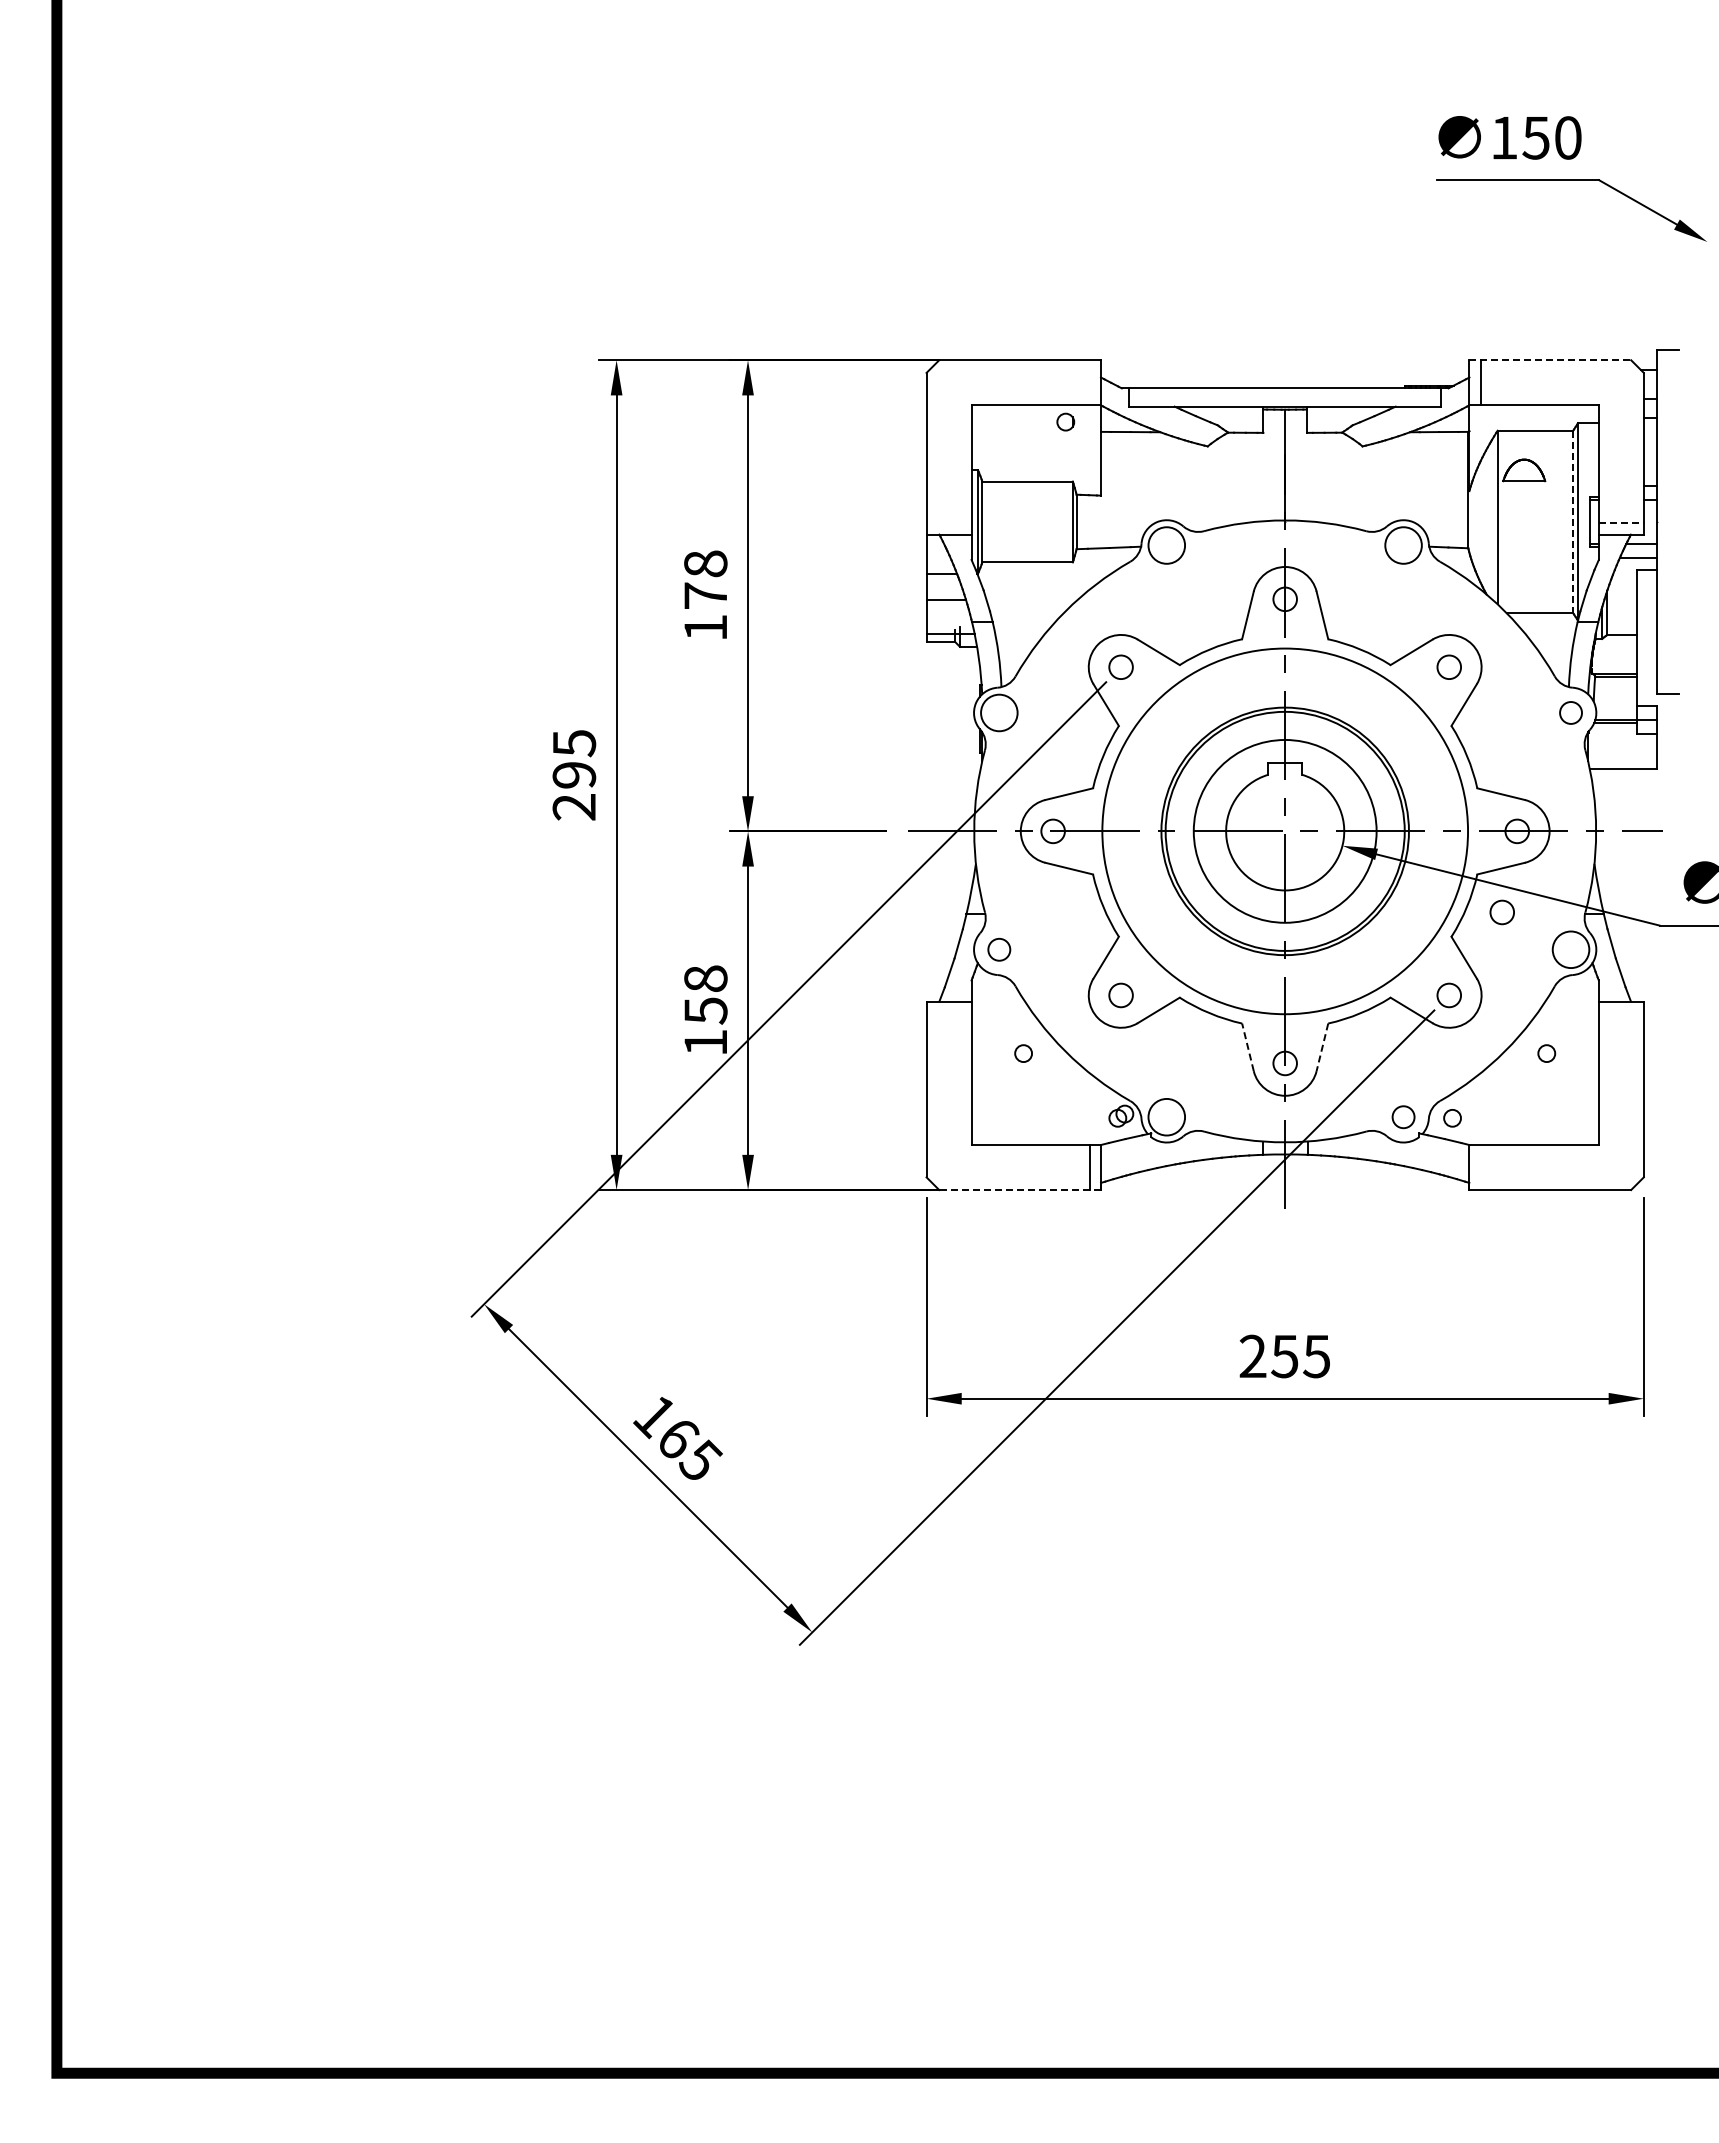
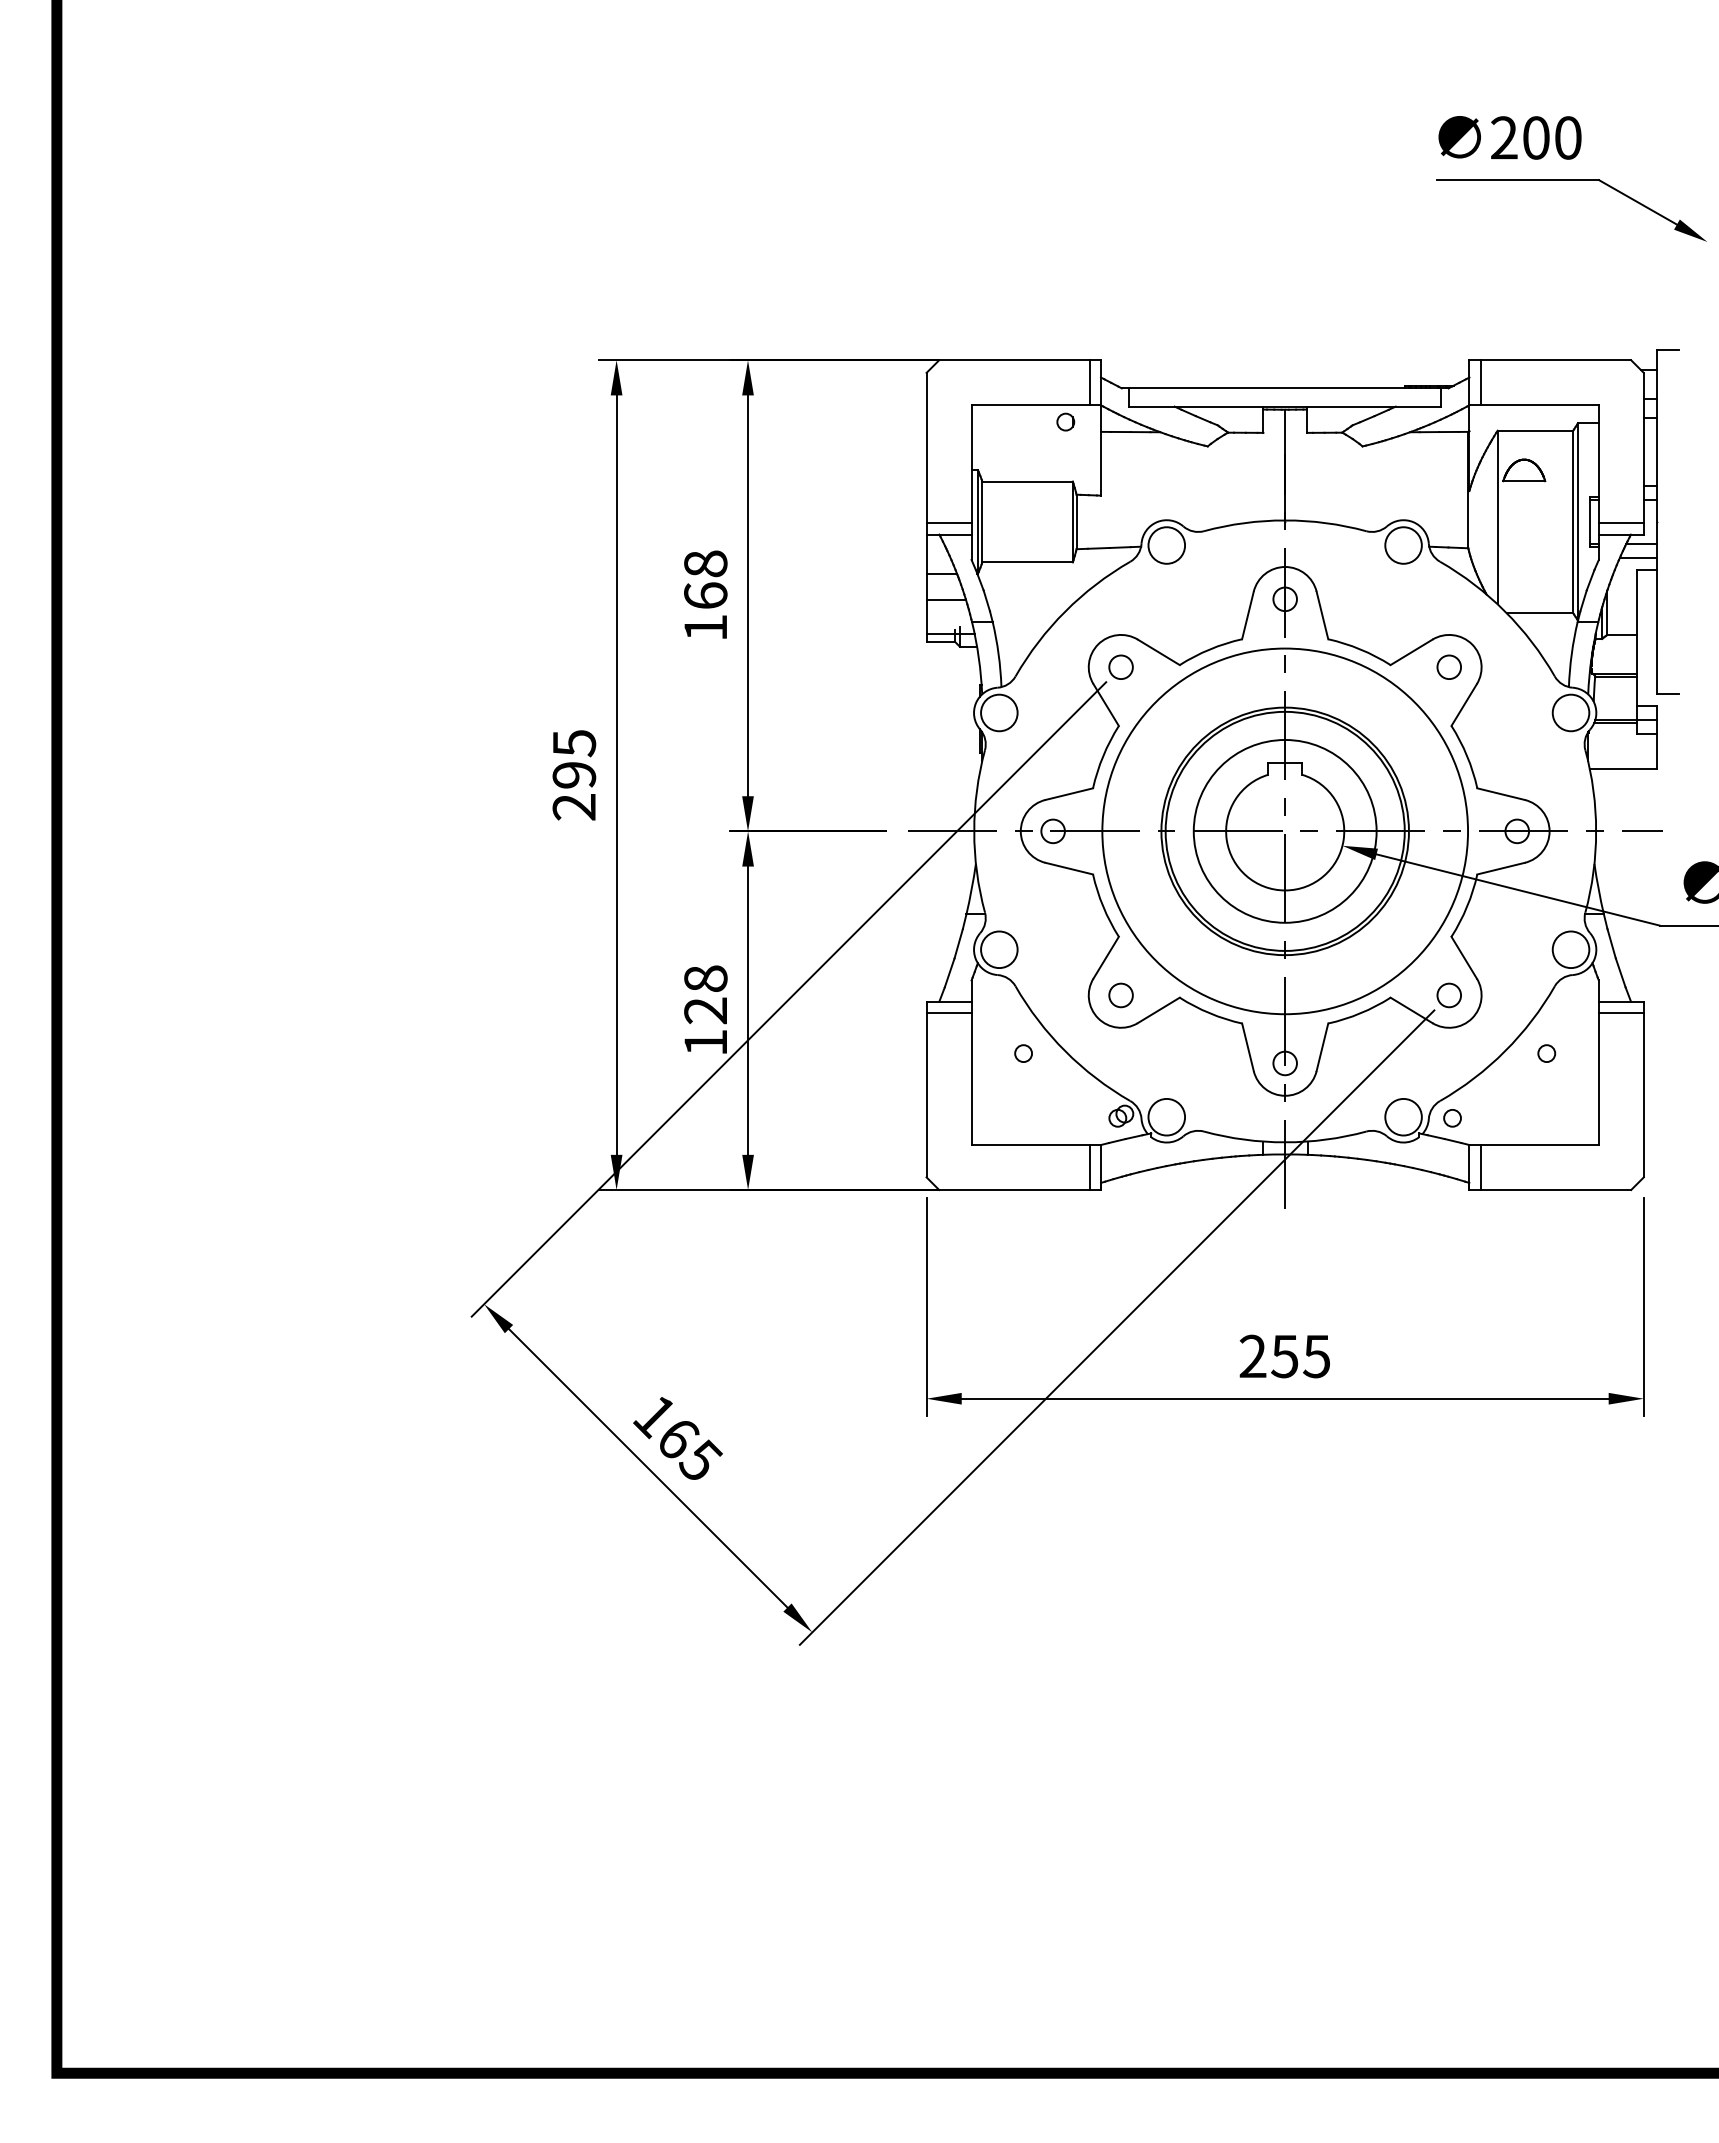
text at (1520, 137): 150 -> 200
line at (1550, 360): dashed -> solid
line at (1089, 382): none -> present
line at (1573, 522): dashed -> solid
line at (948, 523): none -> present
line at (1621, 523): dashed -> solid
text at (705, 595): 178 -> 168
circle at (1571, 712) diameter: 22 px -> 37 px
circle at (1501, 912): present -> none
circle at (999, 949) diameter: 22 px -> 37 px
text at (705, 1010): 158 -> 128
line at (948, 1012): none -> present
line at (1620, 1012): none -> present
line at (1247, 1047): dashed -> solid
line at (1322, 1047): dashed -> solid
circle at (1403, 1117) diameter: 22 px -> 37 px
line at (1480, 1167): none -> present
line at (1020, 1190): dashed -> solid
